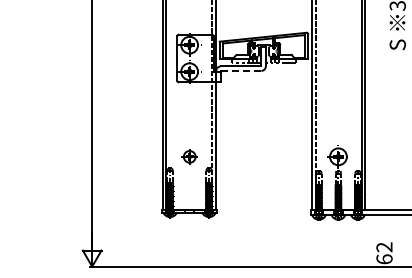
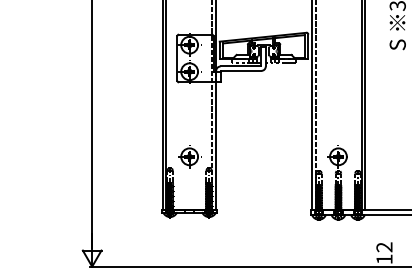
line at (241, 70): dashed -> solid
part at (189, 156) size: 17x16 px -> 24x24 px
text at (384, 259): 62 -> 12
